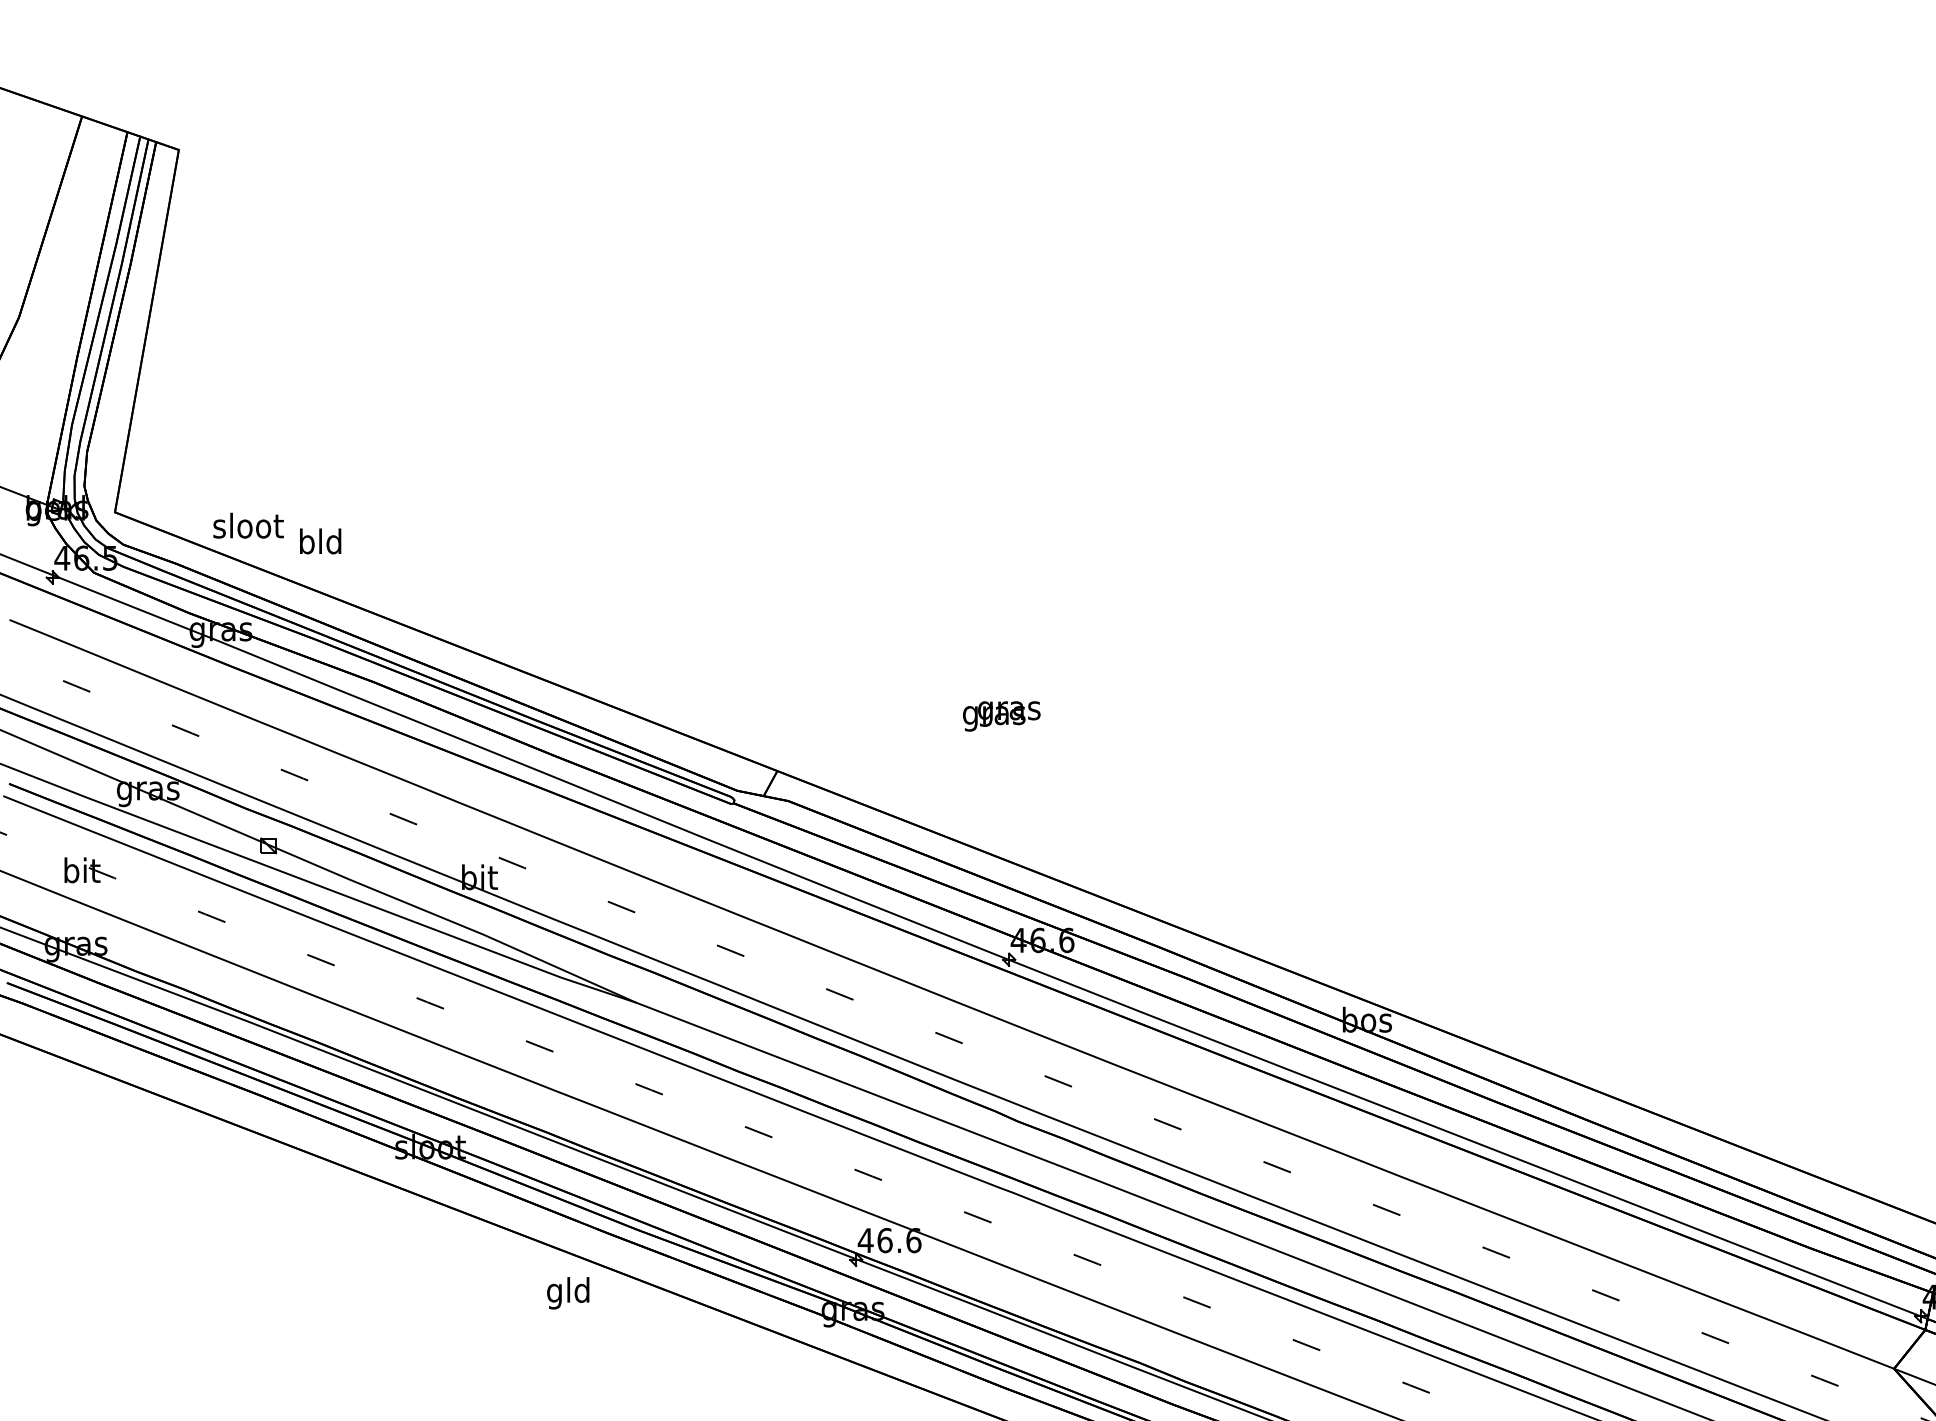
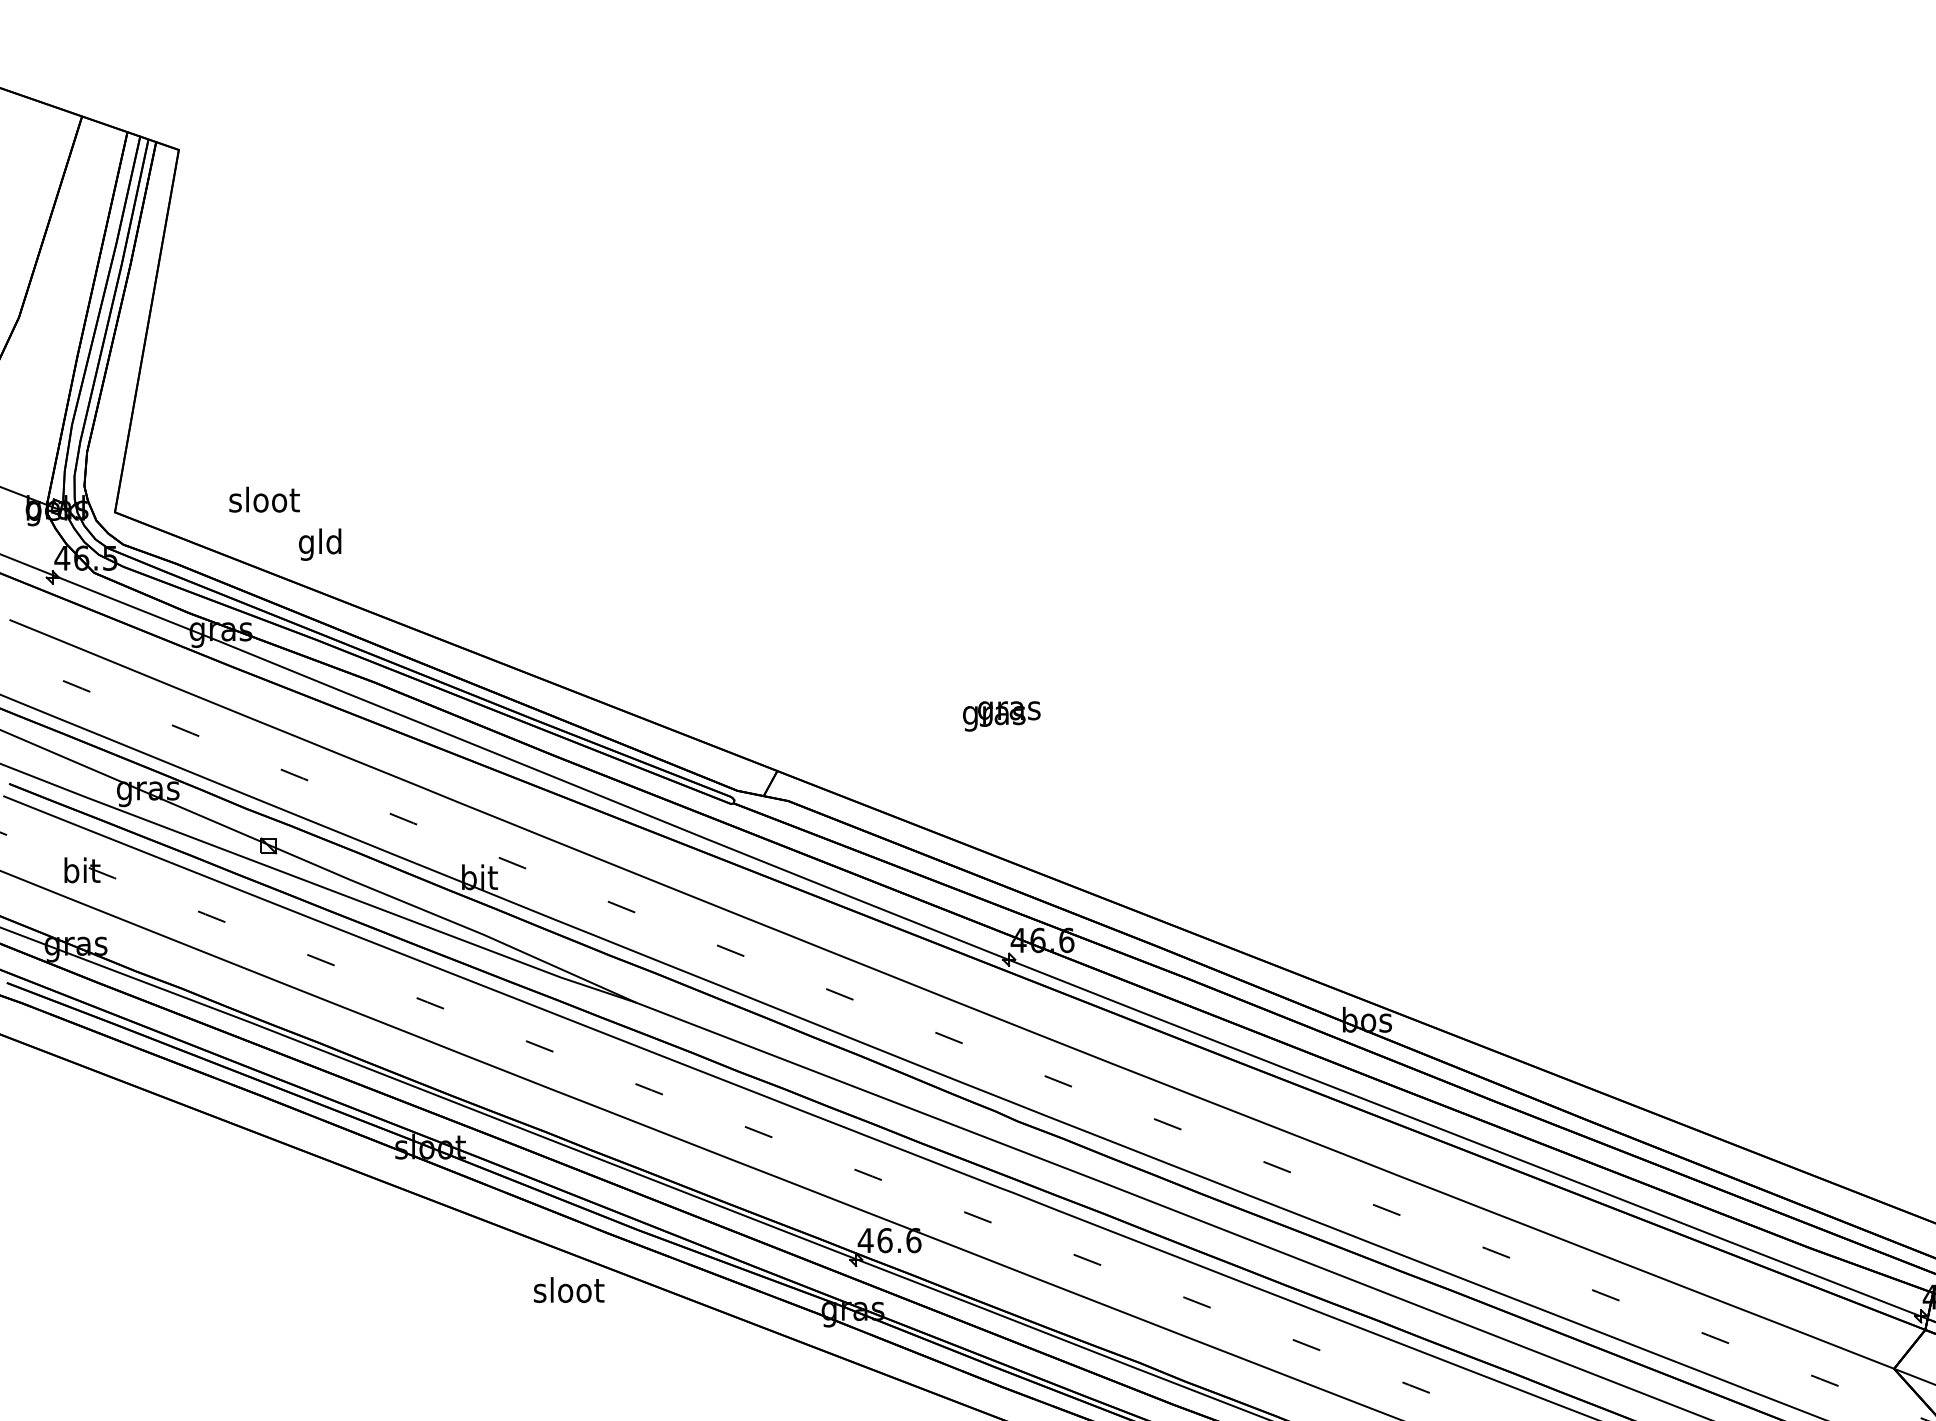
text at (248, 525) position: (248, 525) -> (264, 499)
text at (306, 544): bld -> gld
text at (568, 1293): gld -> sloot
